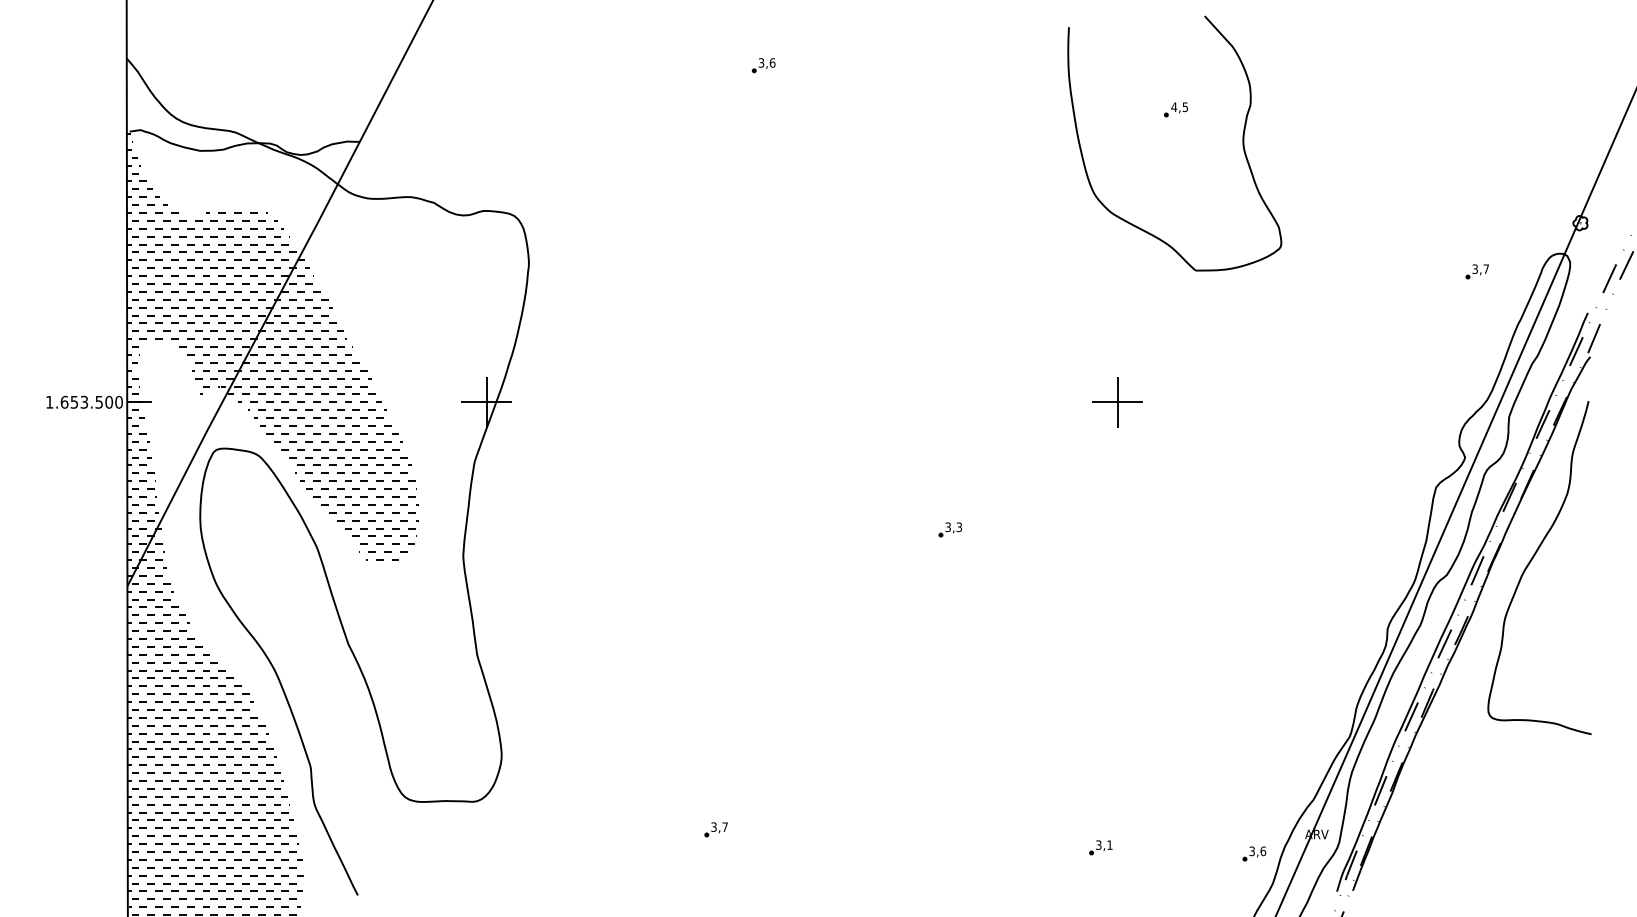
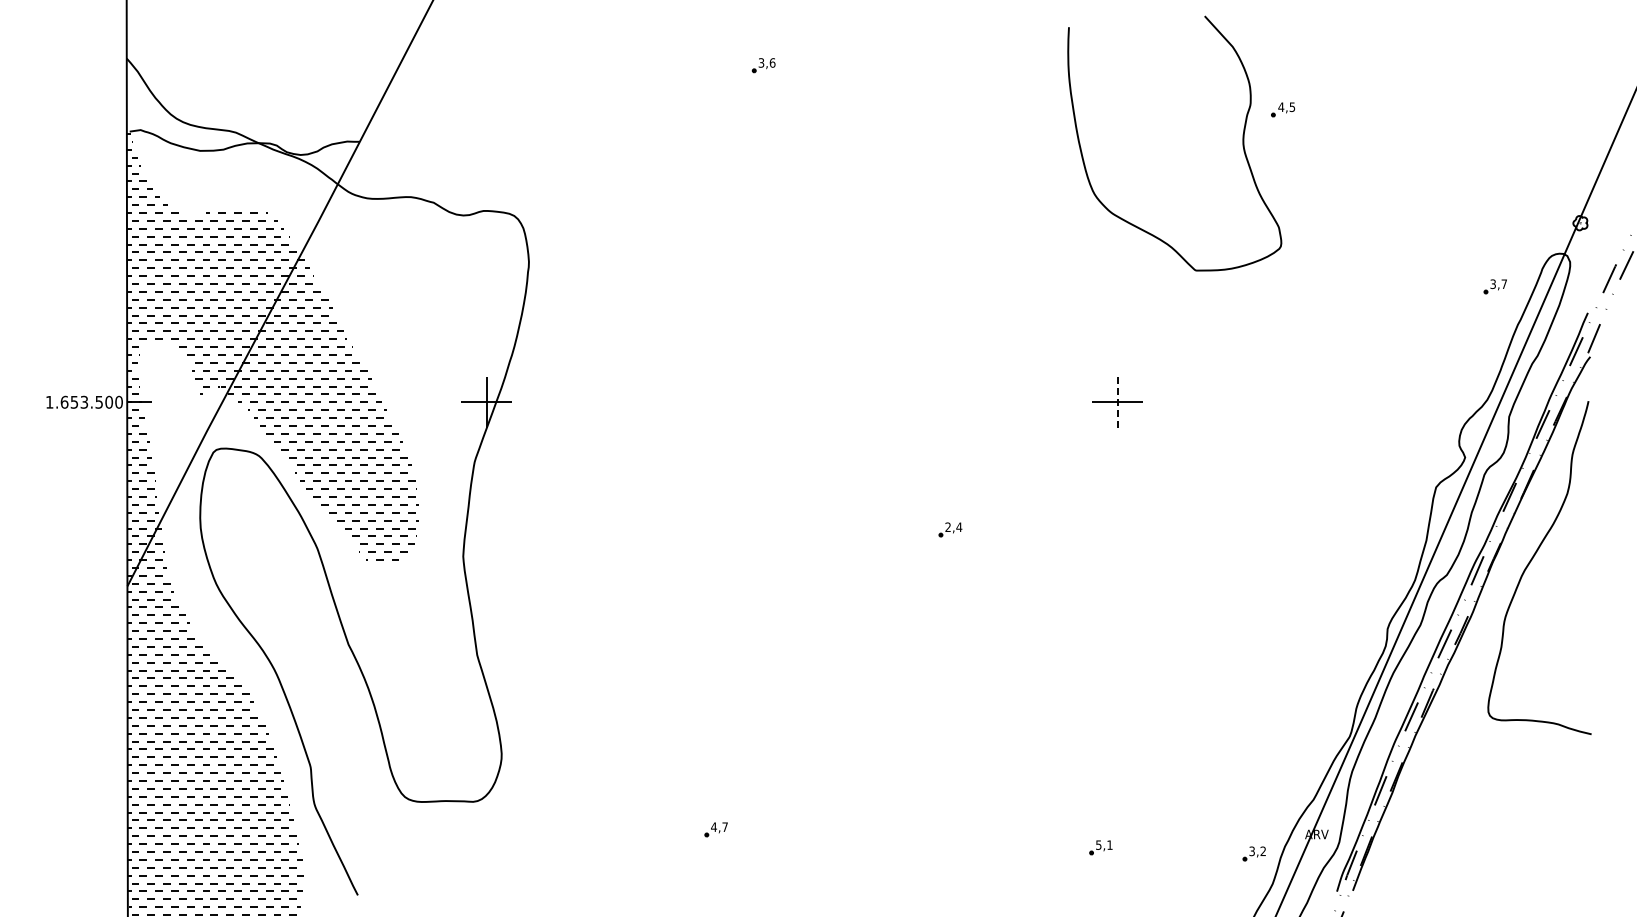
part at (1175, 109) position: (1175, 109) -> (1282, 109)
part at (1476, 271) position: (1476, 271) -> (1494, 286)
line at (1117, 402): solid -> dashed
text at (953, 527): 3,3 -> 2,4
text at (713, 826): 3,7 -> 4,7
text at (1098, 844): 3,1 -> 5,1
text at (1263, 851): 3,6 -> 3,2
